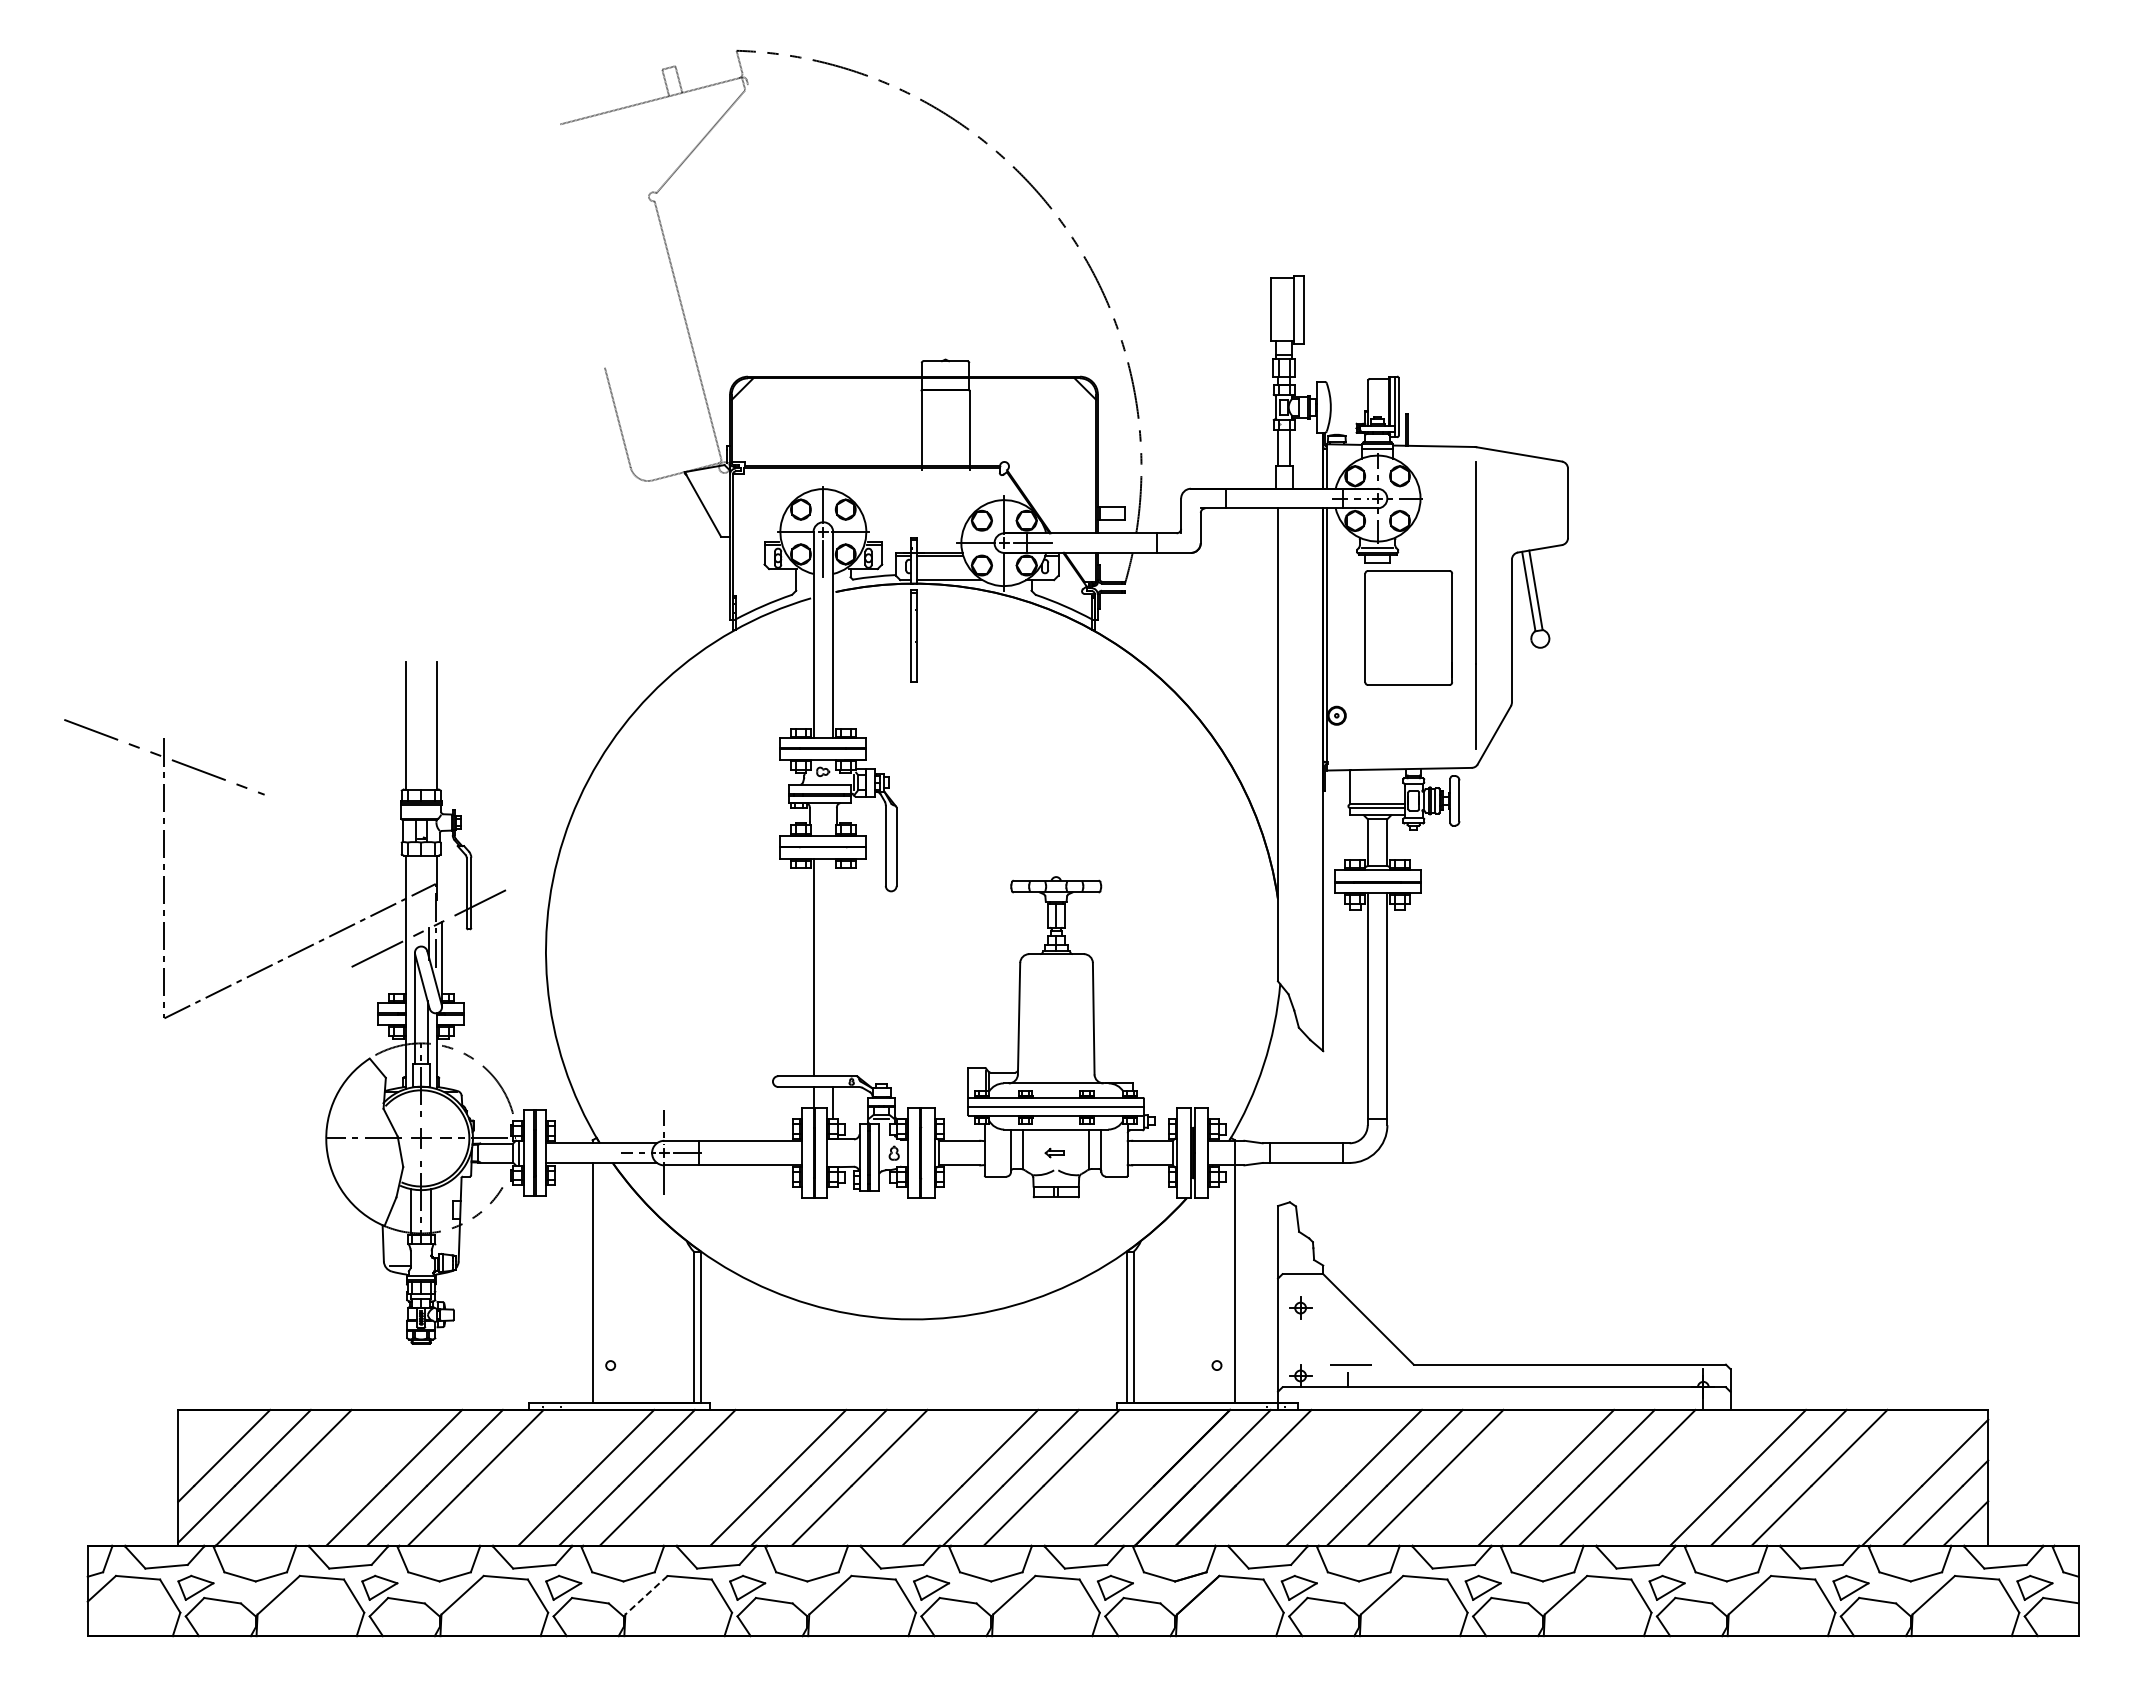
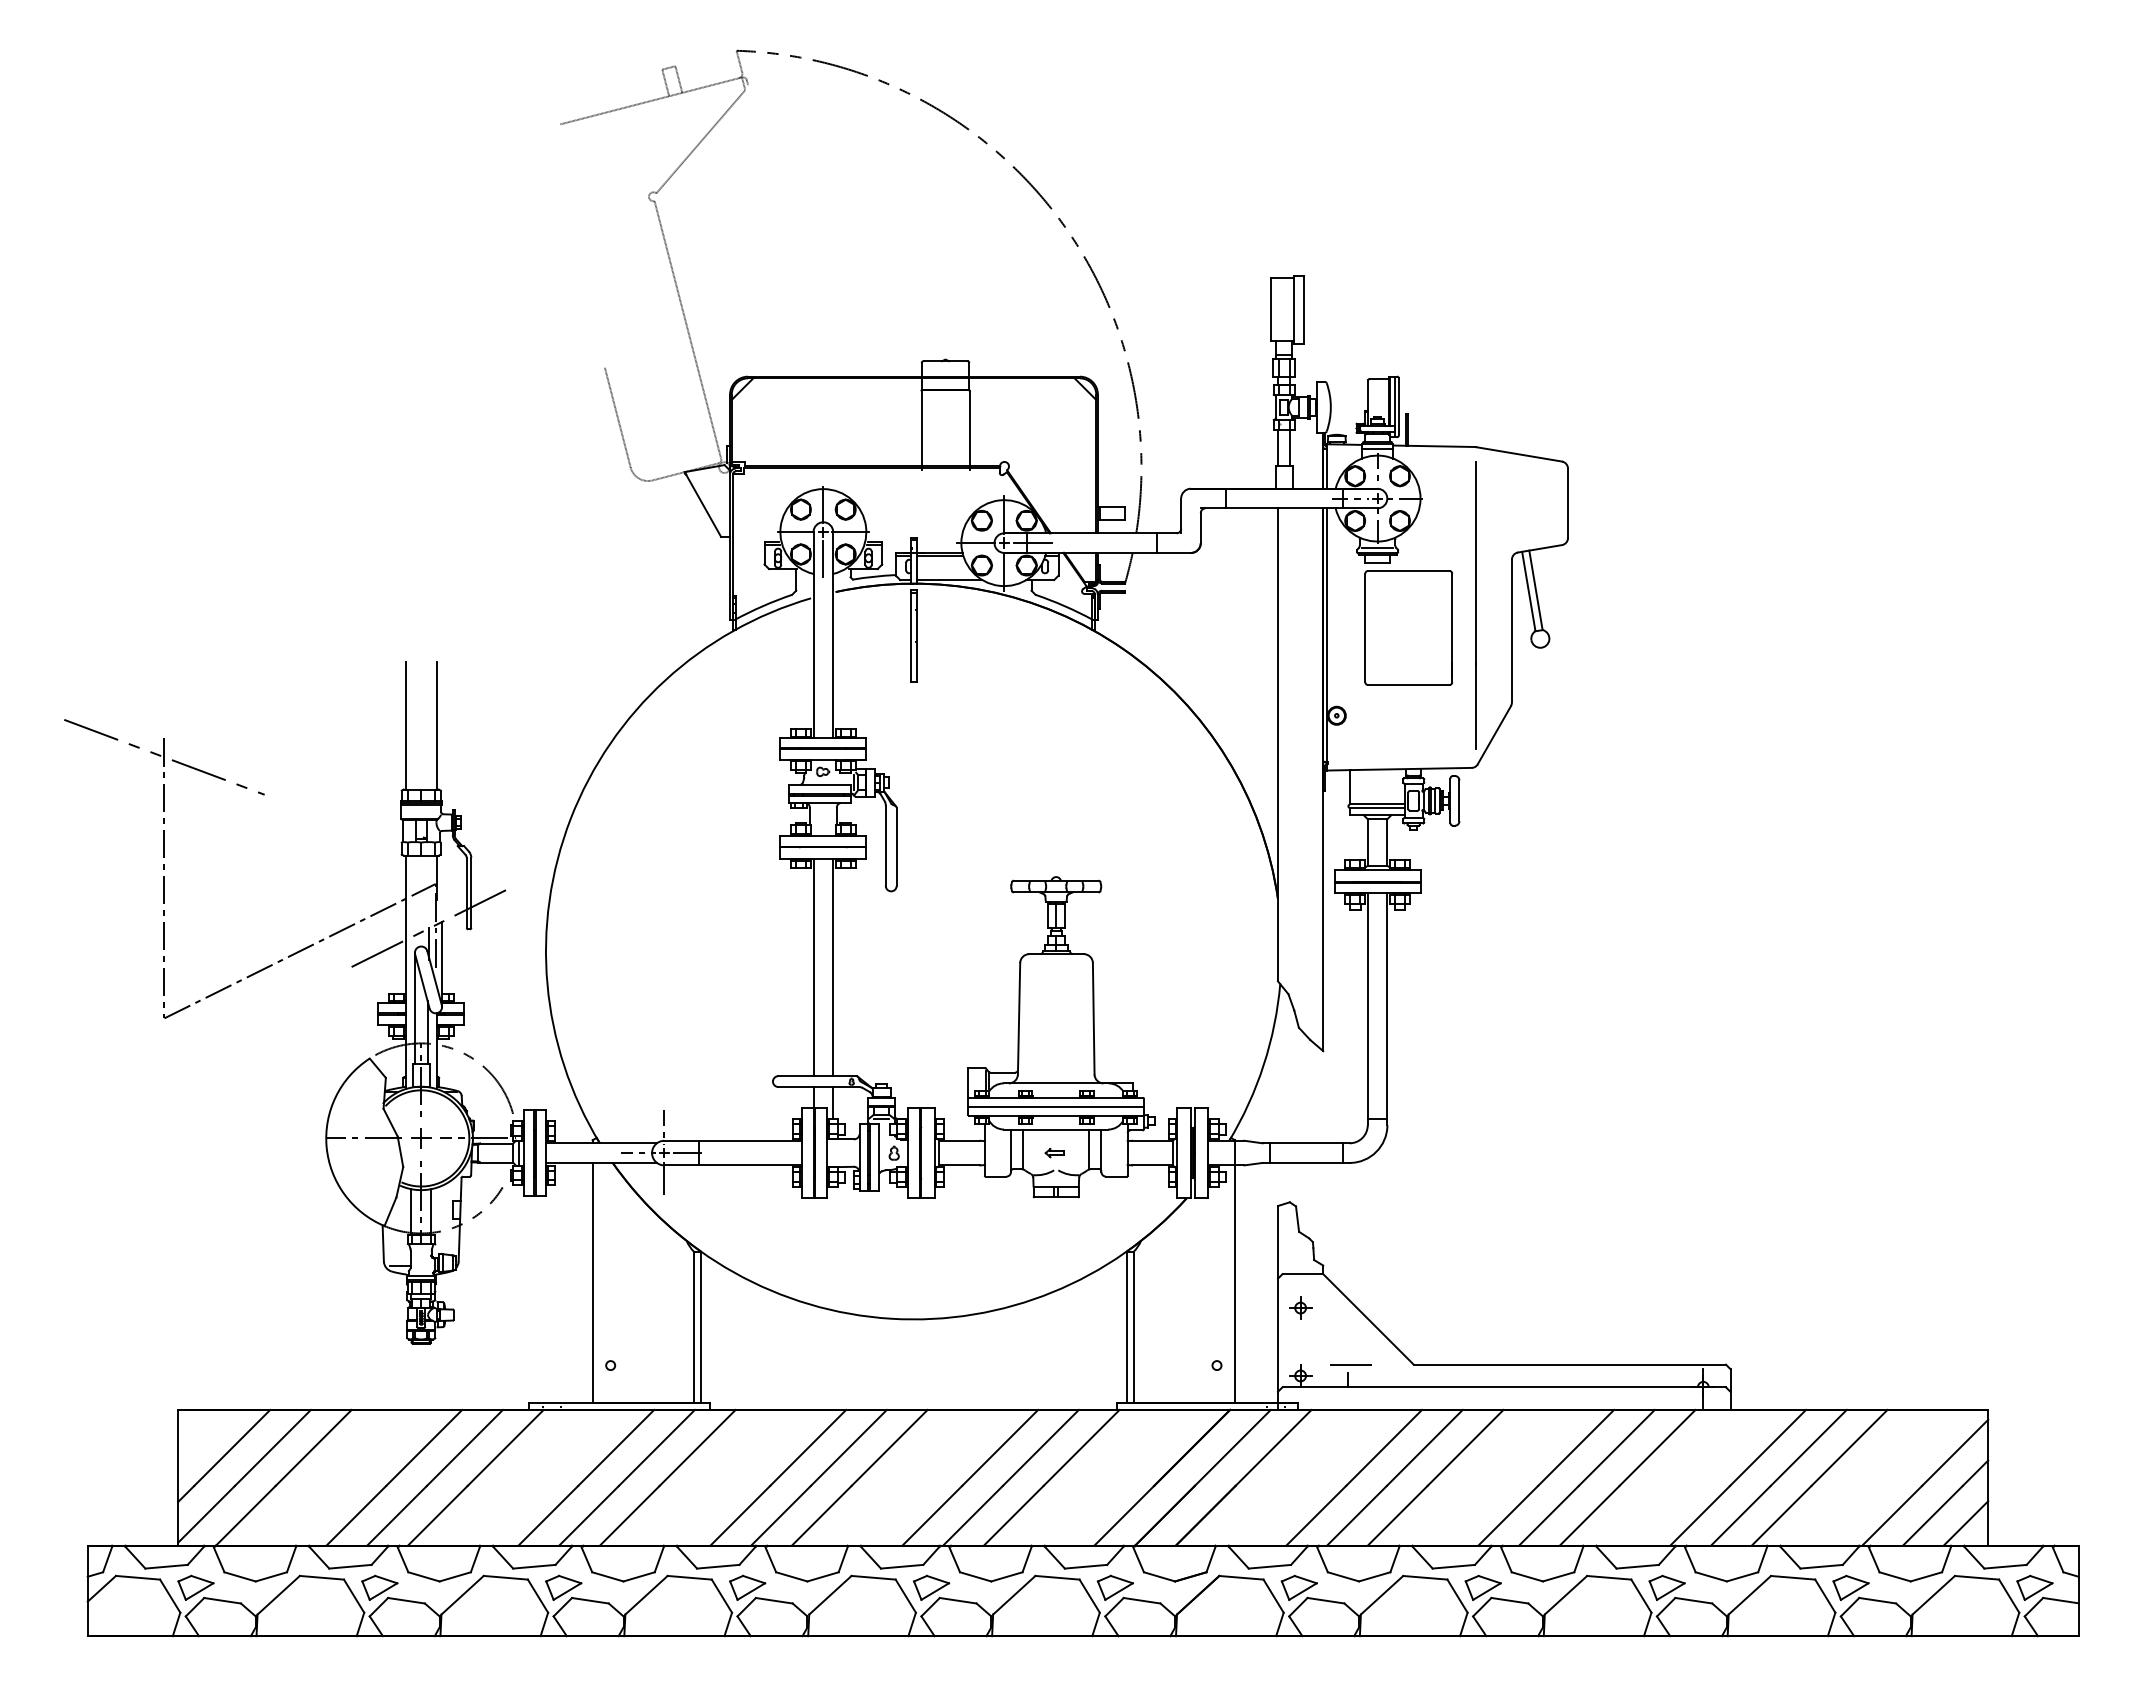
line at (833, 967): none -> present
line at (646, 1595): dashed -> solid
